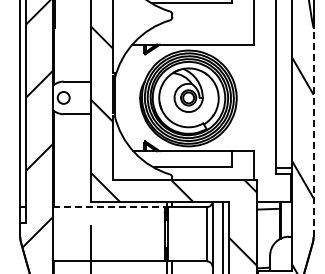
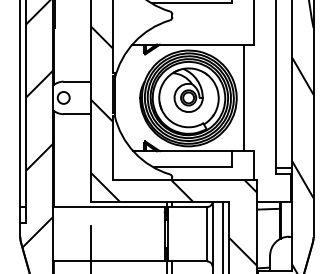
line at (244, 97): none -> present
line at (313, 132): dashed -> solid
line at (108, 207): dashed -> solid
